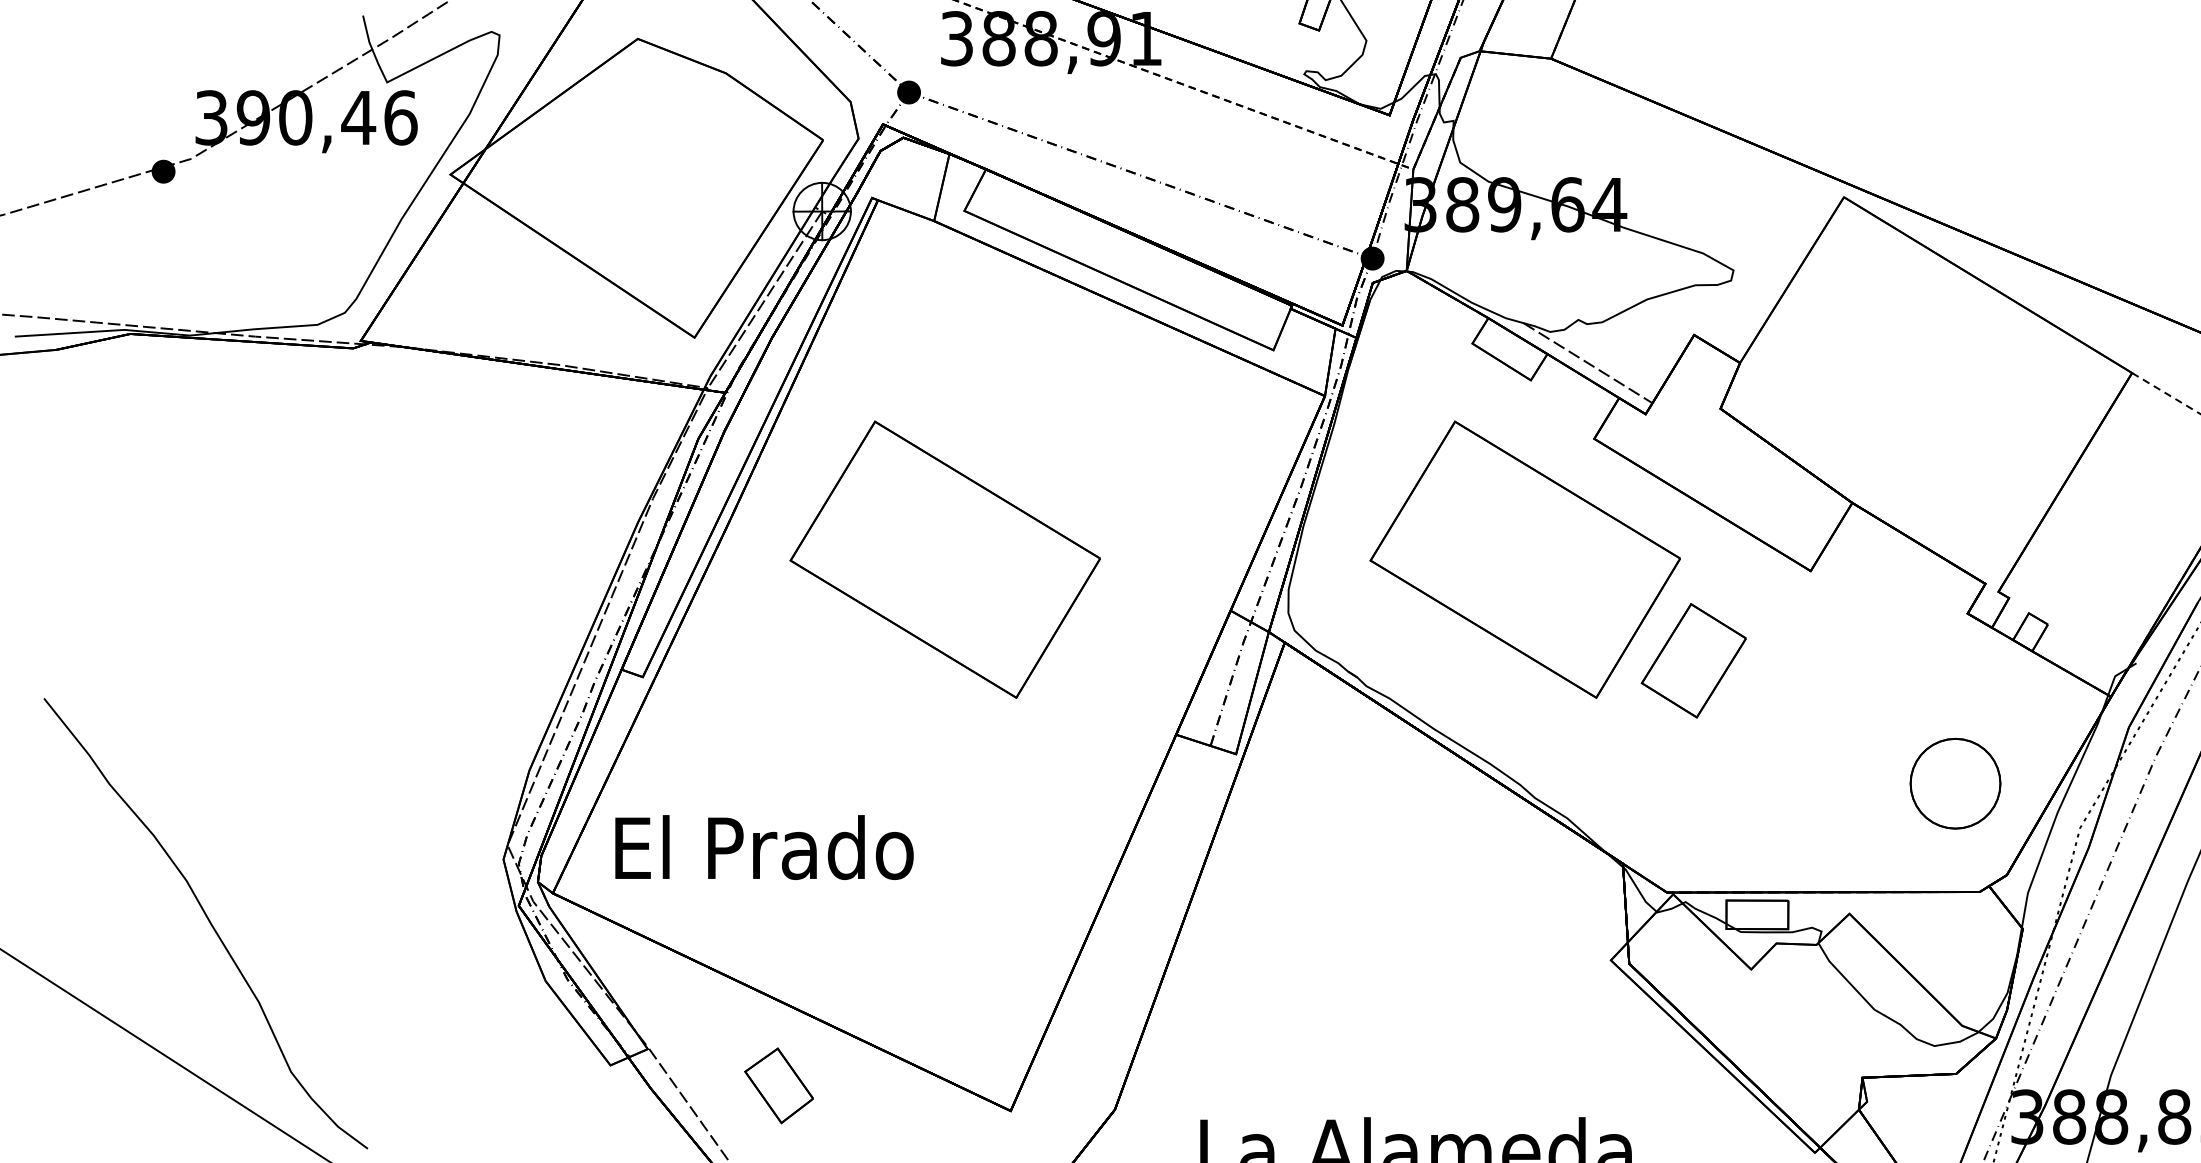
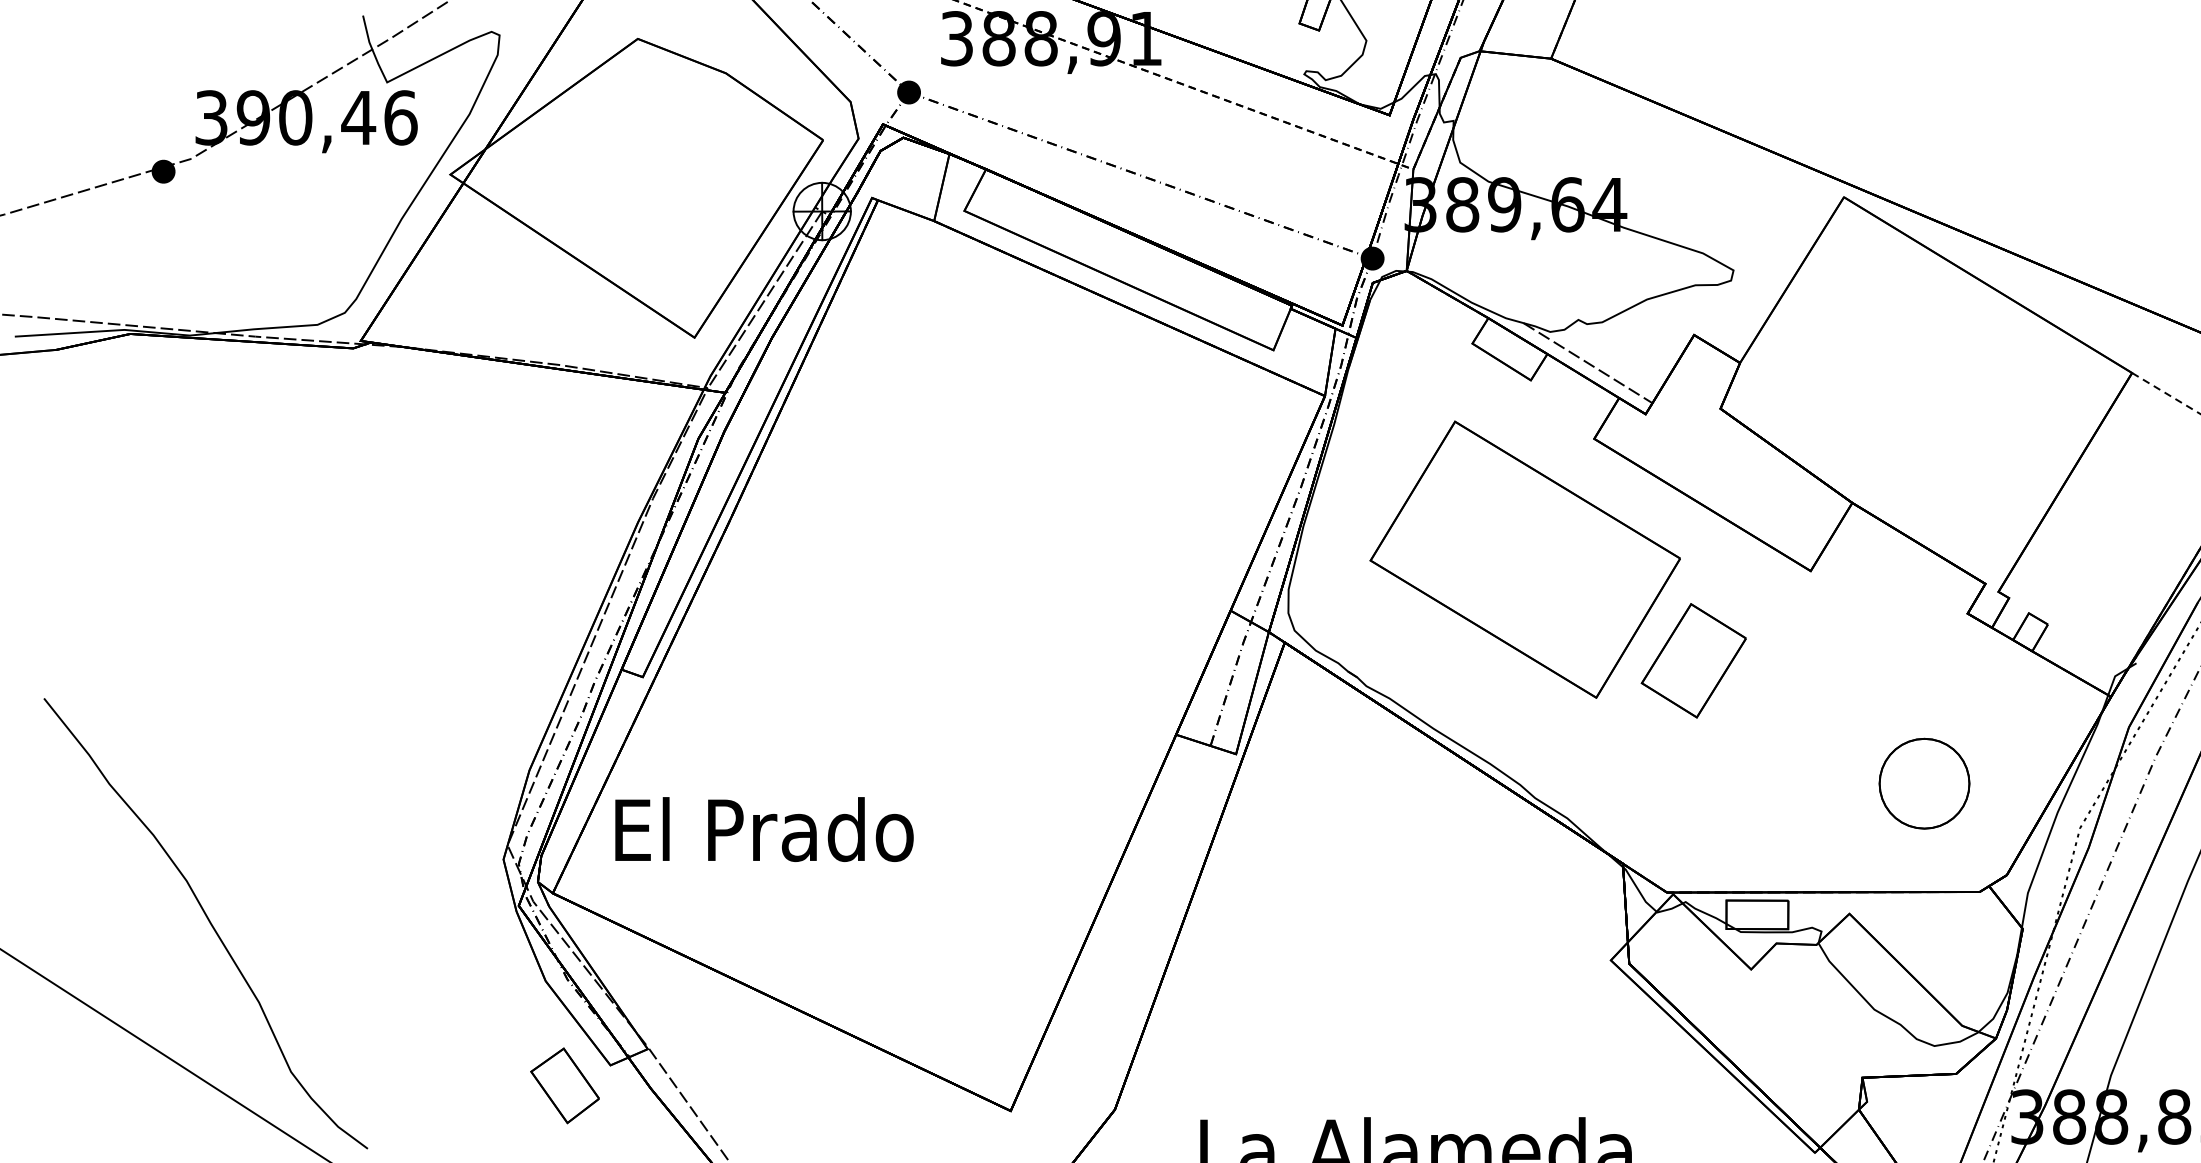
part at (944, 559): present -> none
part at (1955, 783) position: (1955, 783) -> (1924, 783)
text at (764, 847) position: (764, 847) -> (764, 829)
part at (778, 1085) position: (778, 1085) -> (564, 1085)
